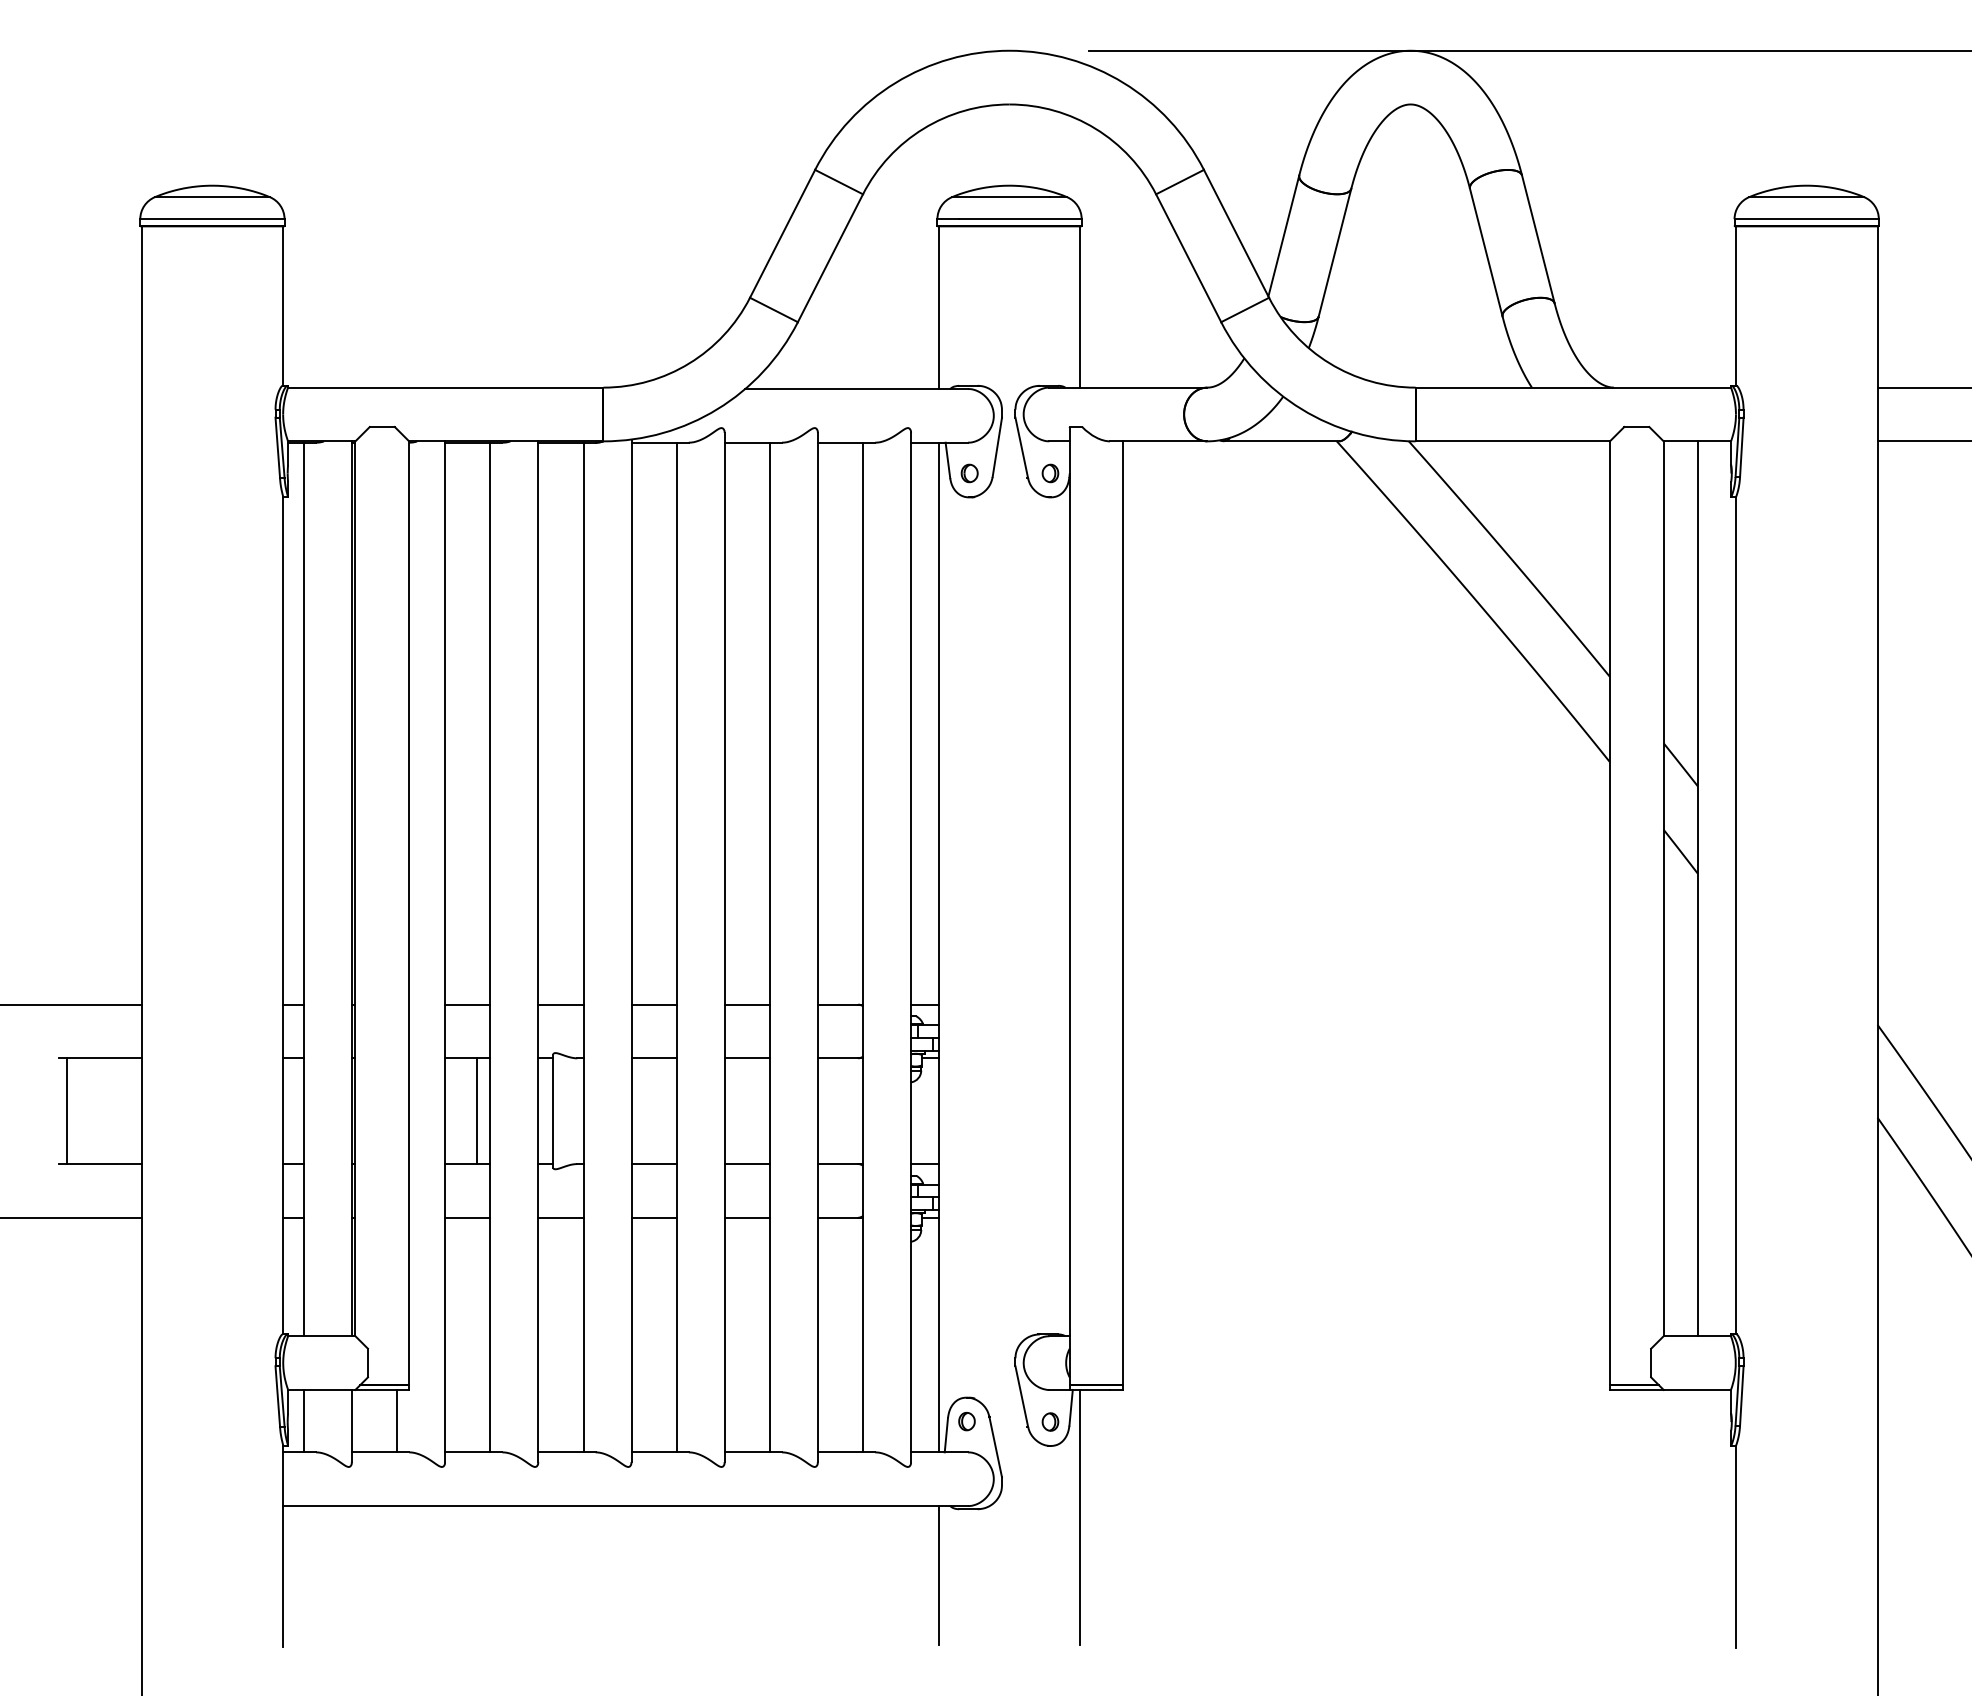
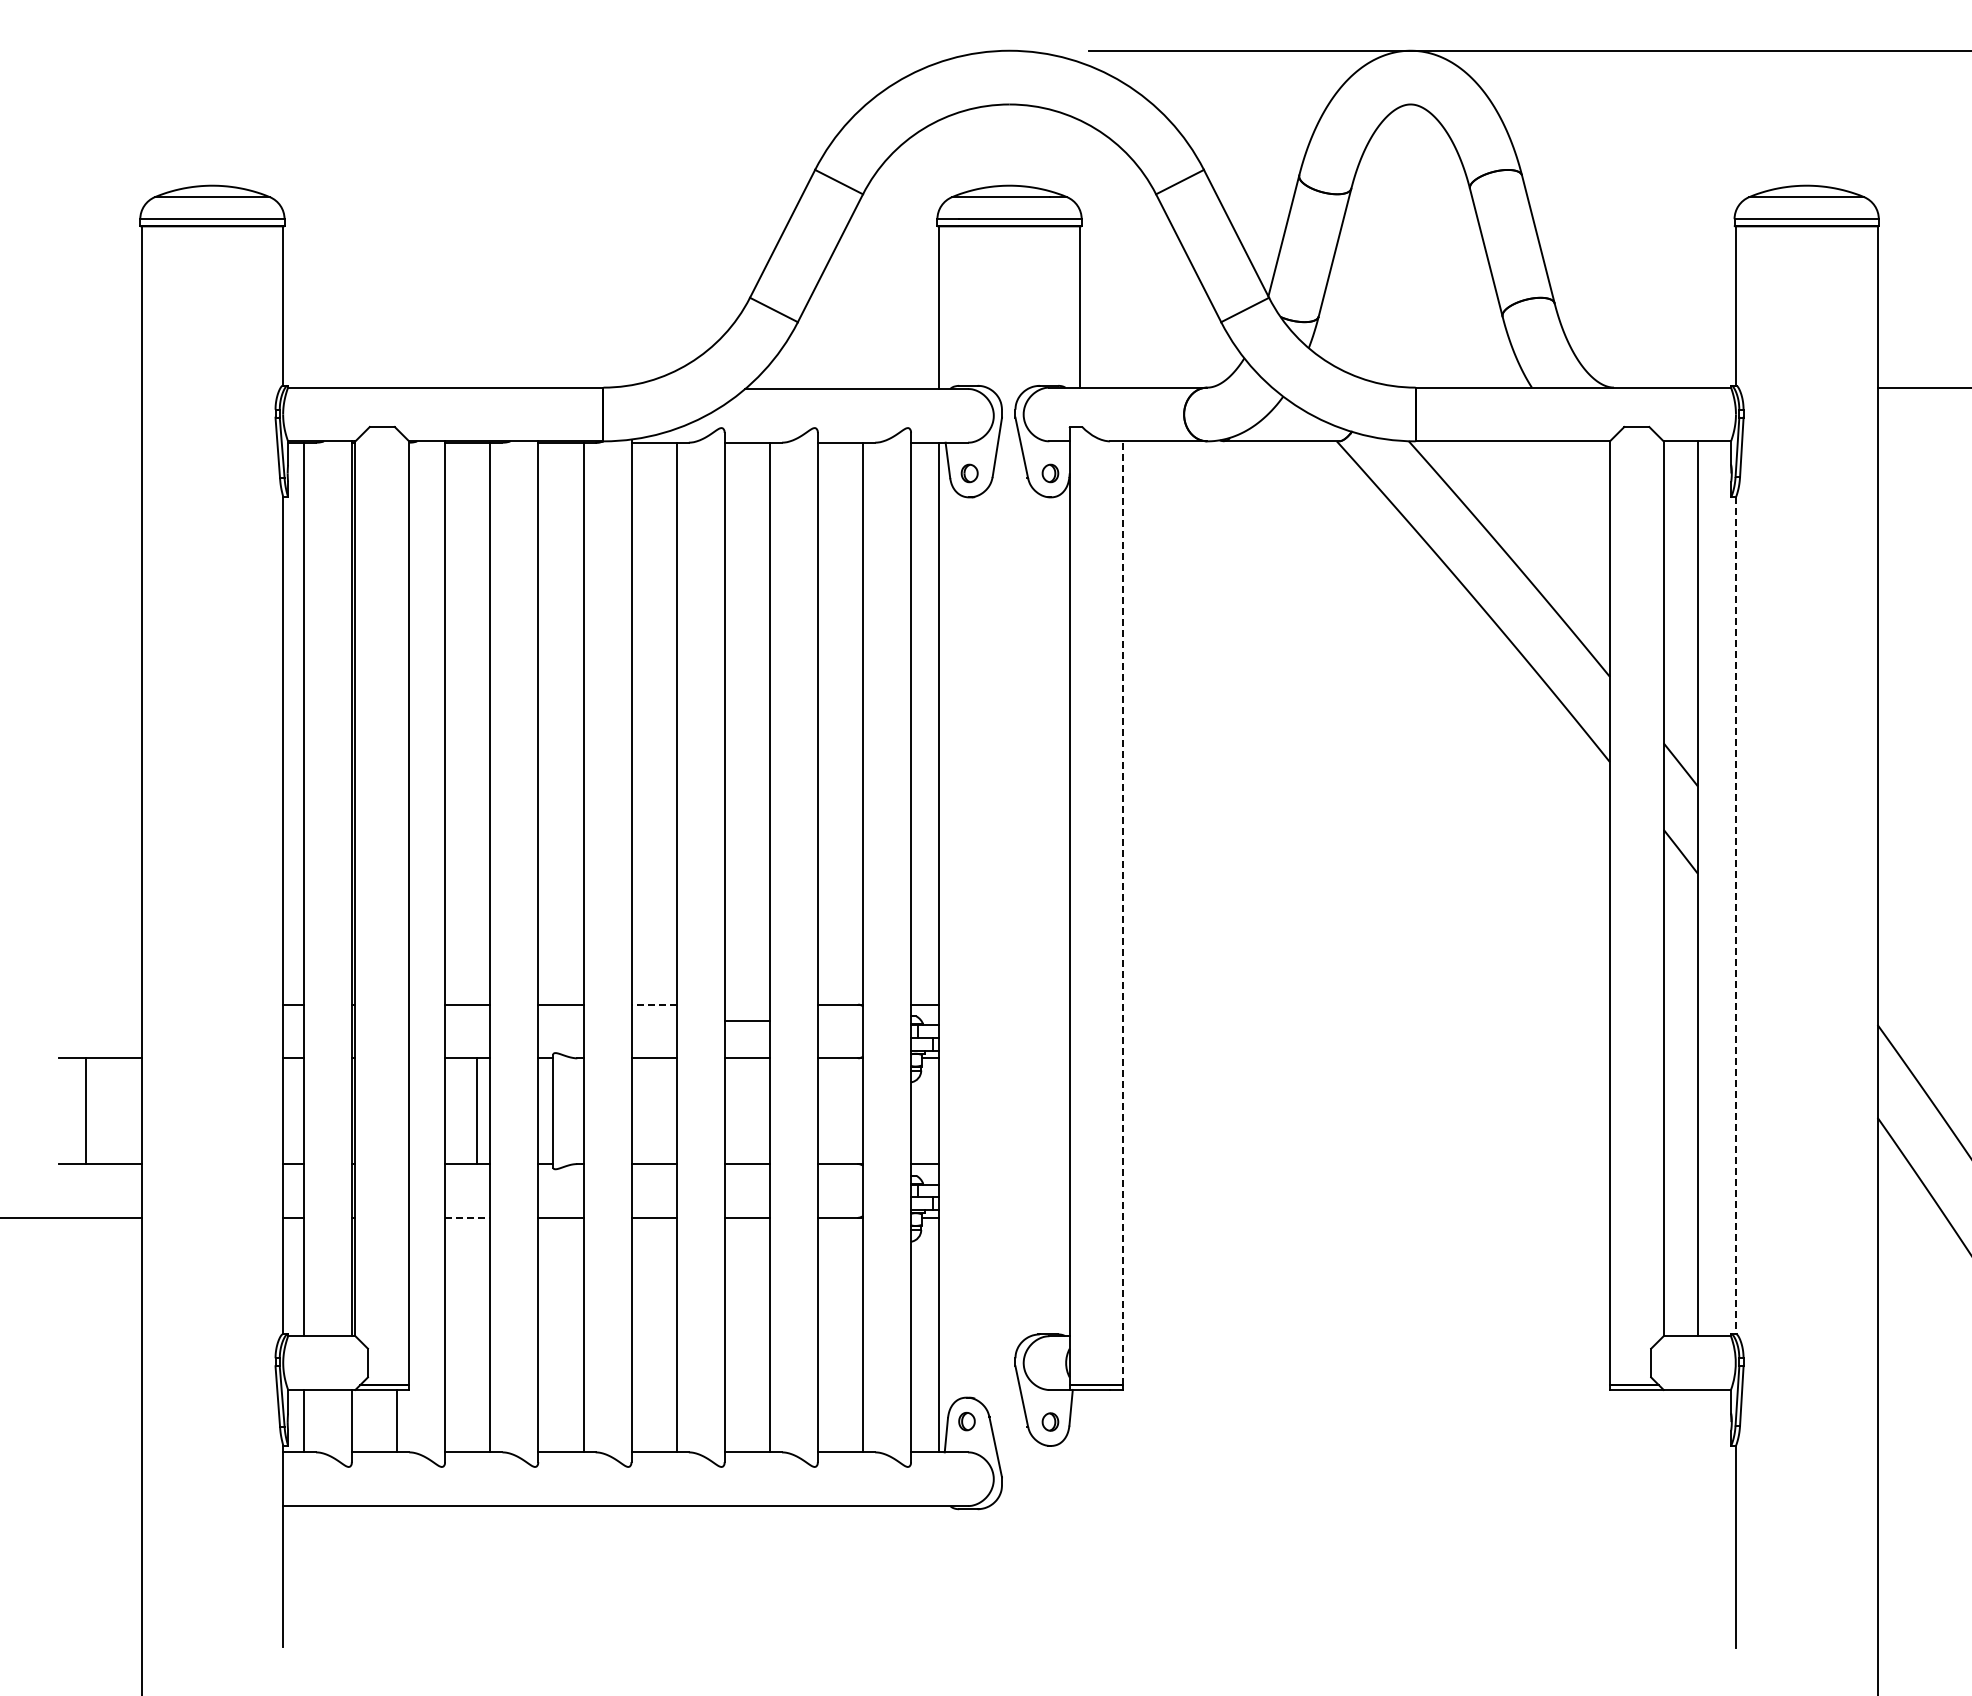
line at (1922, 441): present -> none
line at (1123, 913): solid -> dashed
line at (1735, 916): solid -> dashed
line at (71, 1004): present -> none
line at (654, 1004): solid -> dashed
line at (747, 1004) position: (747, 1004) -> (747, 1020)
line at (67, 1111) position: (67, 1111) -> (86, 1111)
line at (467, 1217): solid -> dashed
line at (1080, 1517): present -> none
line at (938, 1575): present -> none
